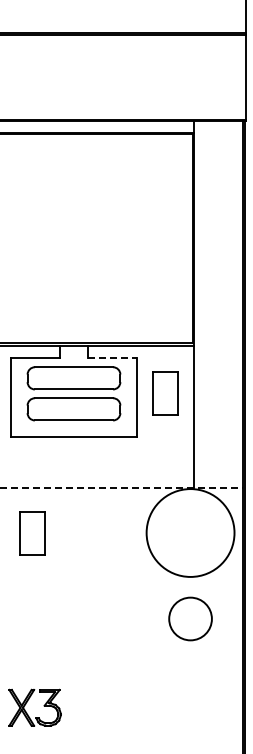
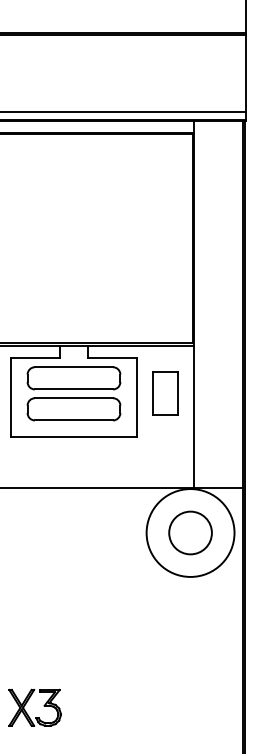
line at (123, 111): none -> present
line at (112, 357): dashed -> solid
line at (122, 487): dashed -> solid
part at (32, 533): present -> none
circle at (190, 618) position: (190, 618) -> (190, 532)
